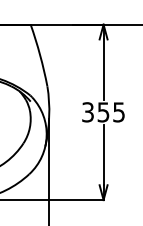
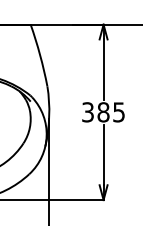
text at (103, 112): 355 -> 385
